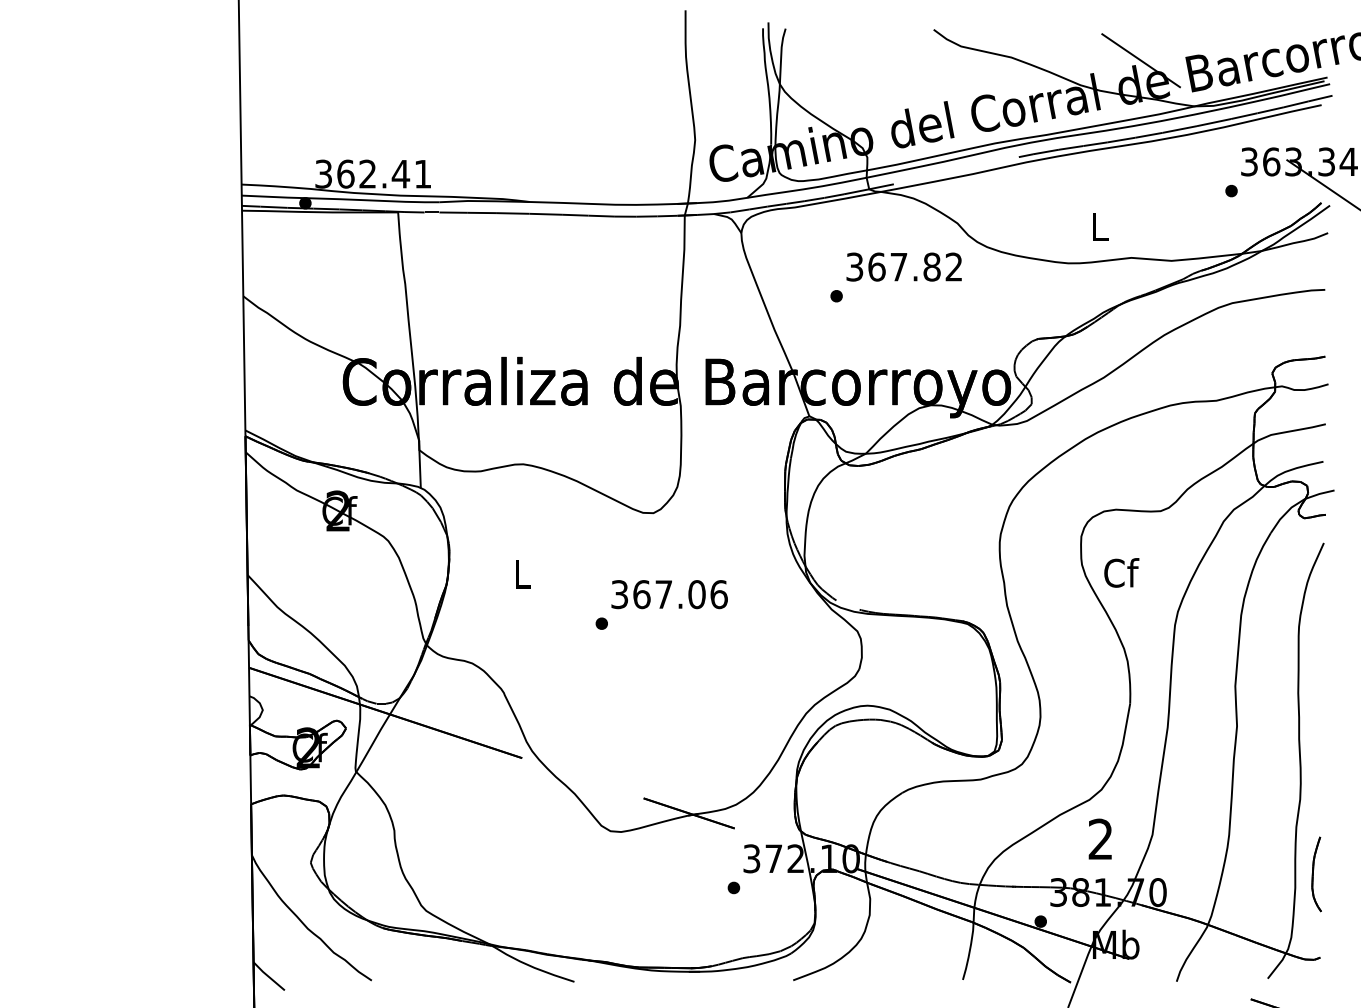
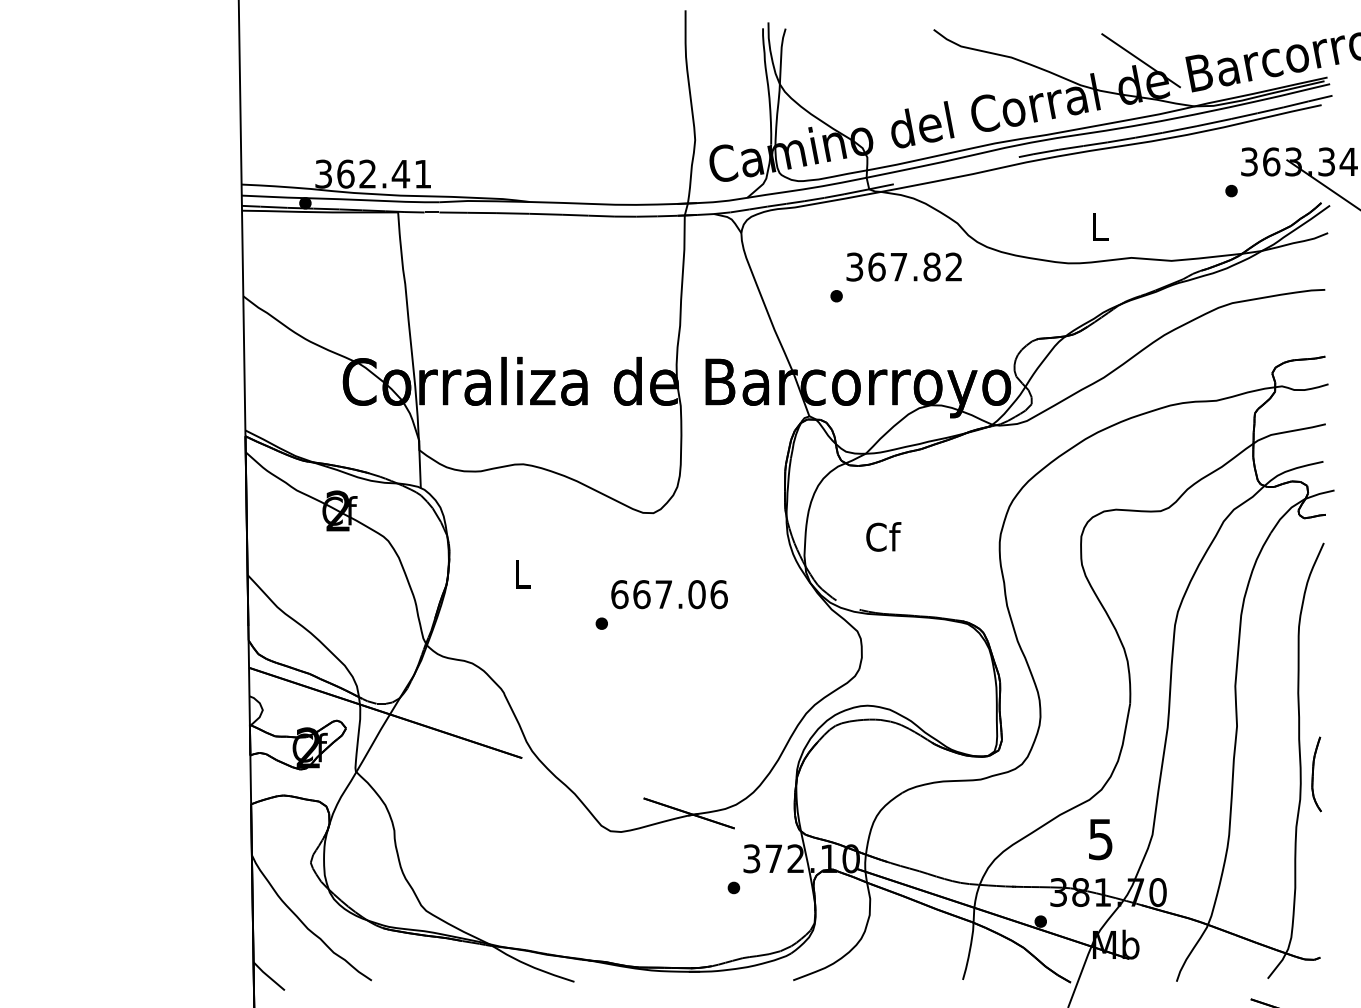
text at (1121, 572) position: (1121, 572) -> (883, 536)
text at (619, 594): 367.06 -> 667.06
text at (1100, 839): 2 -> 5
part at (1316, 874) position: (1316, 874) -> (1316, 774)
